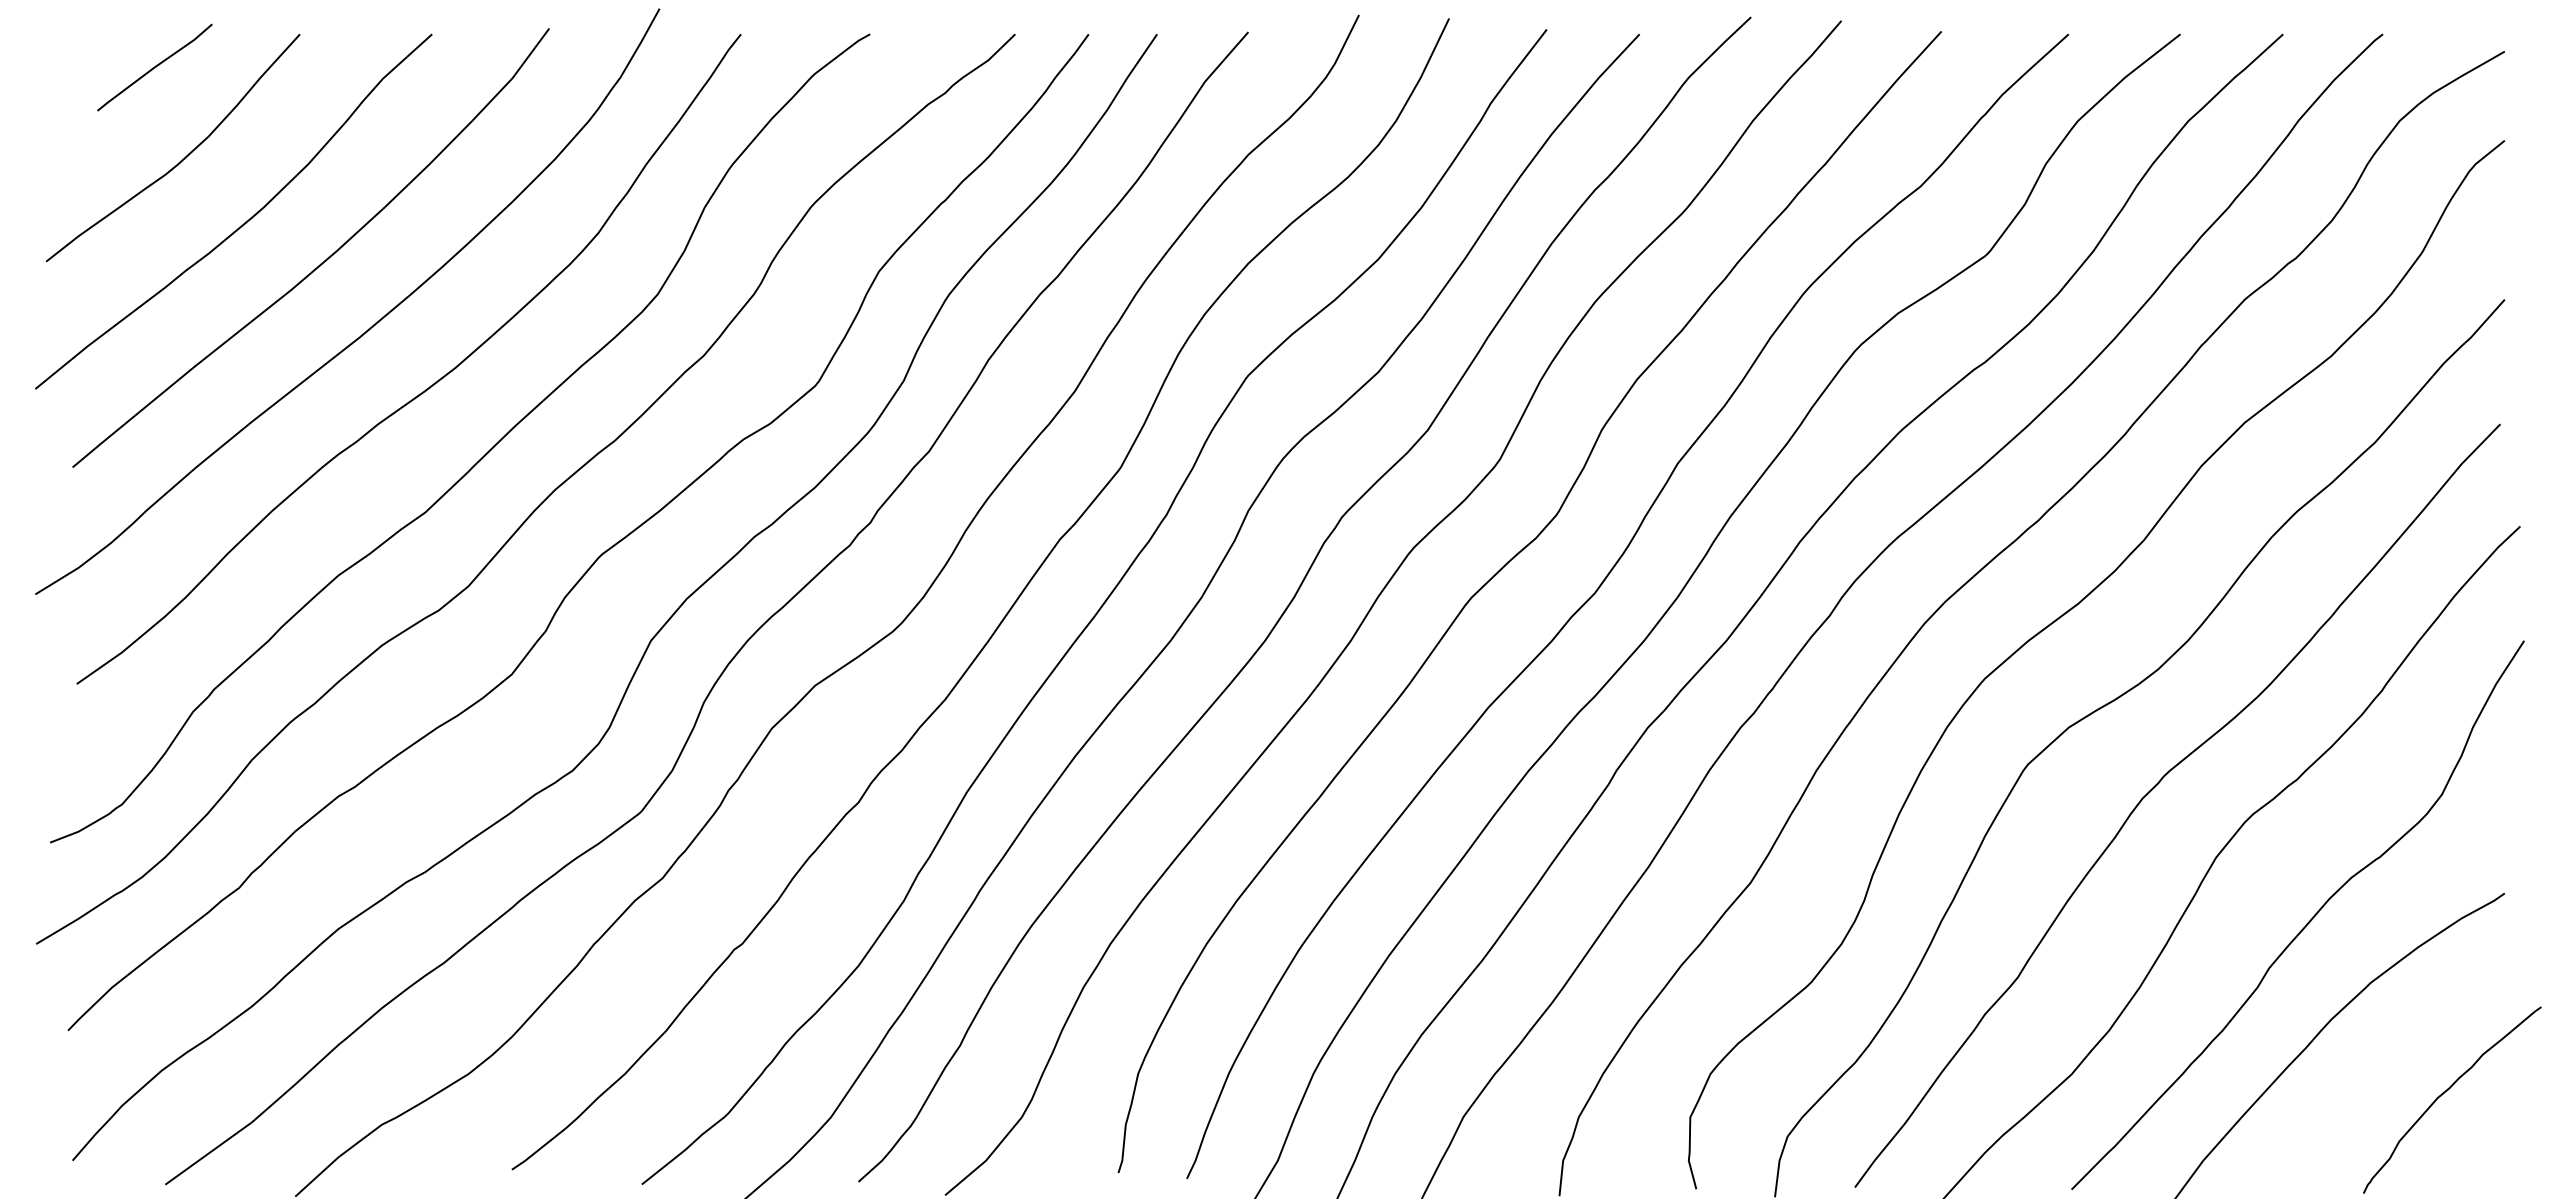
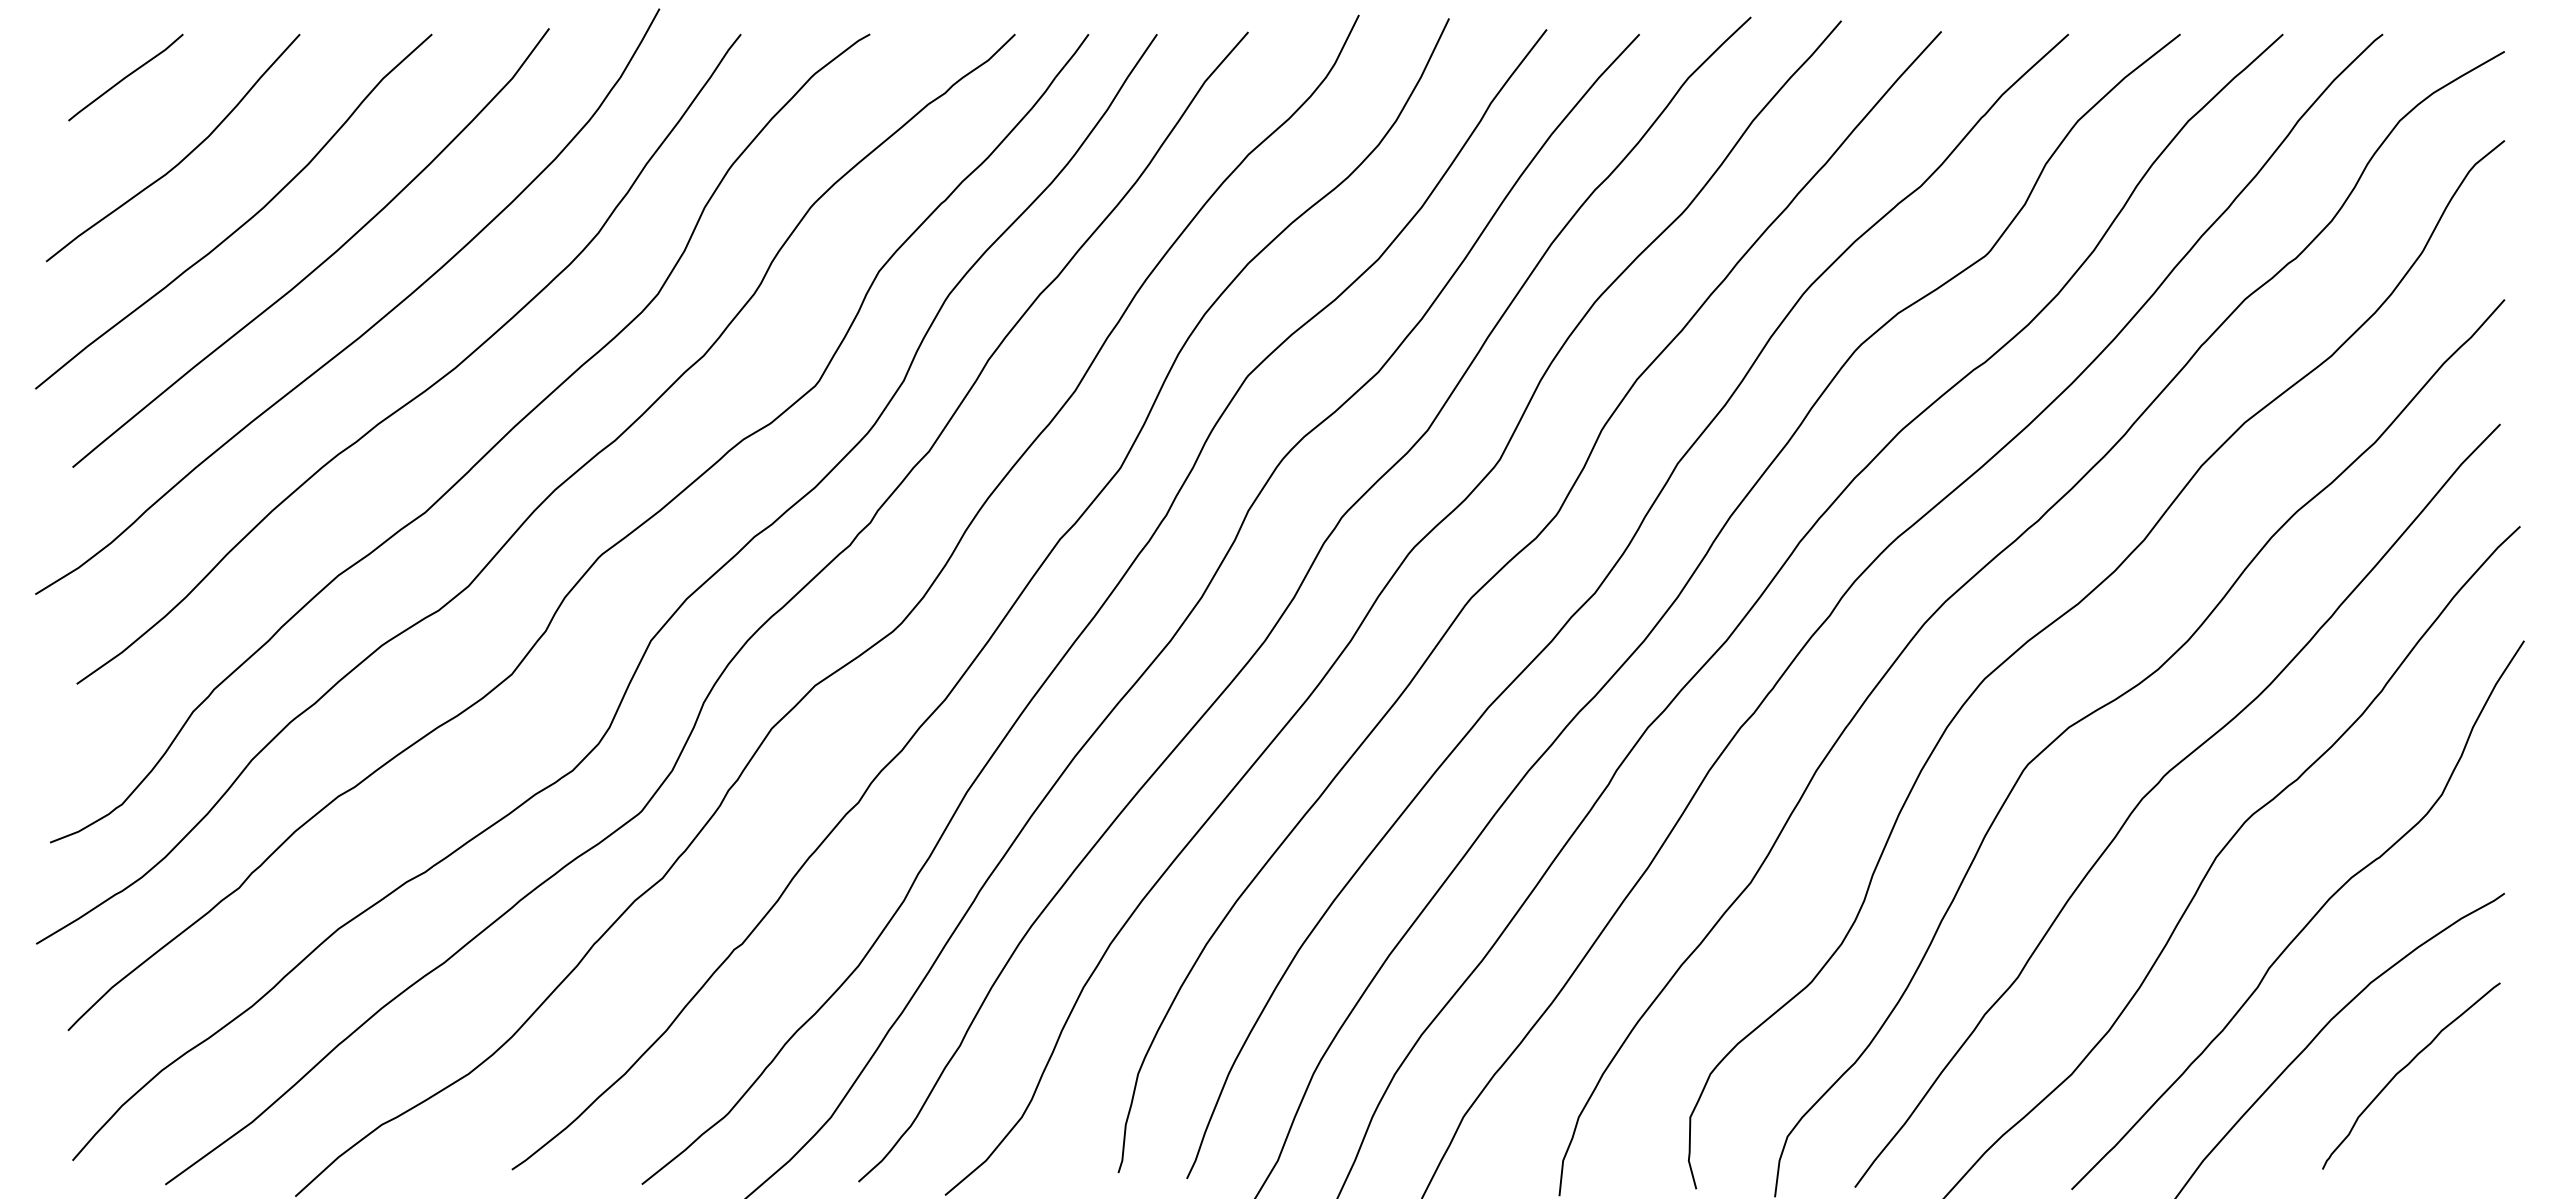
line at (154, 67) position: (154, 67) -> (125, 77)
curve at (2447, 1091) position: (2447, 1091) -> (2406, 1067)
